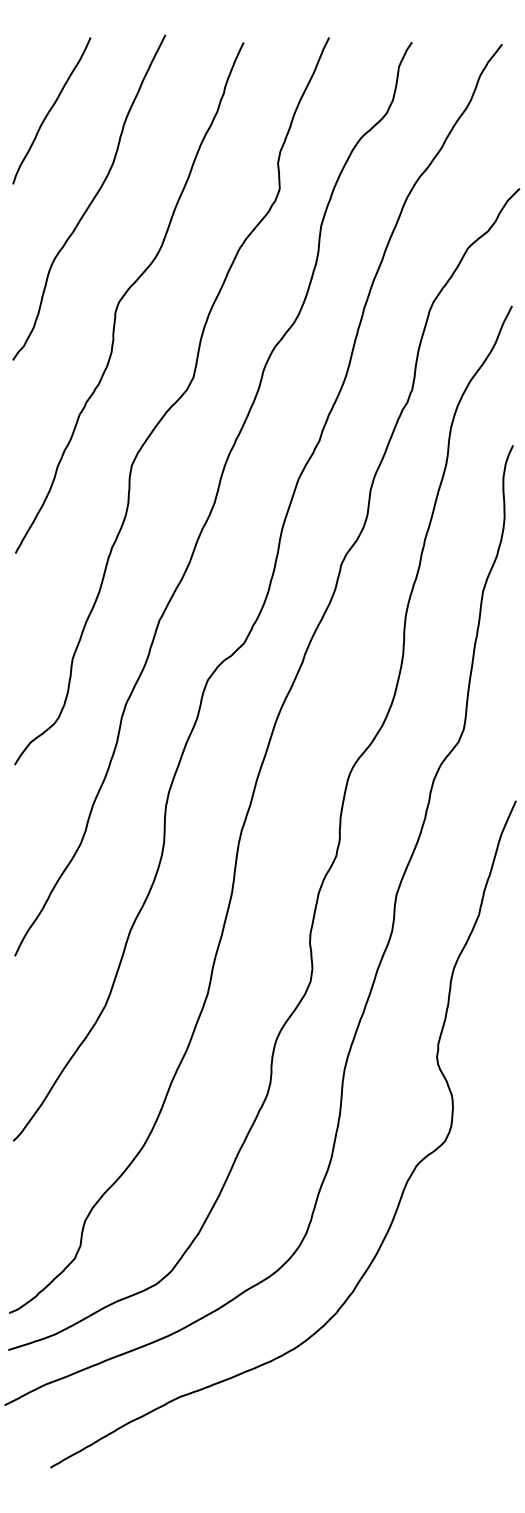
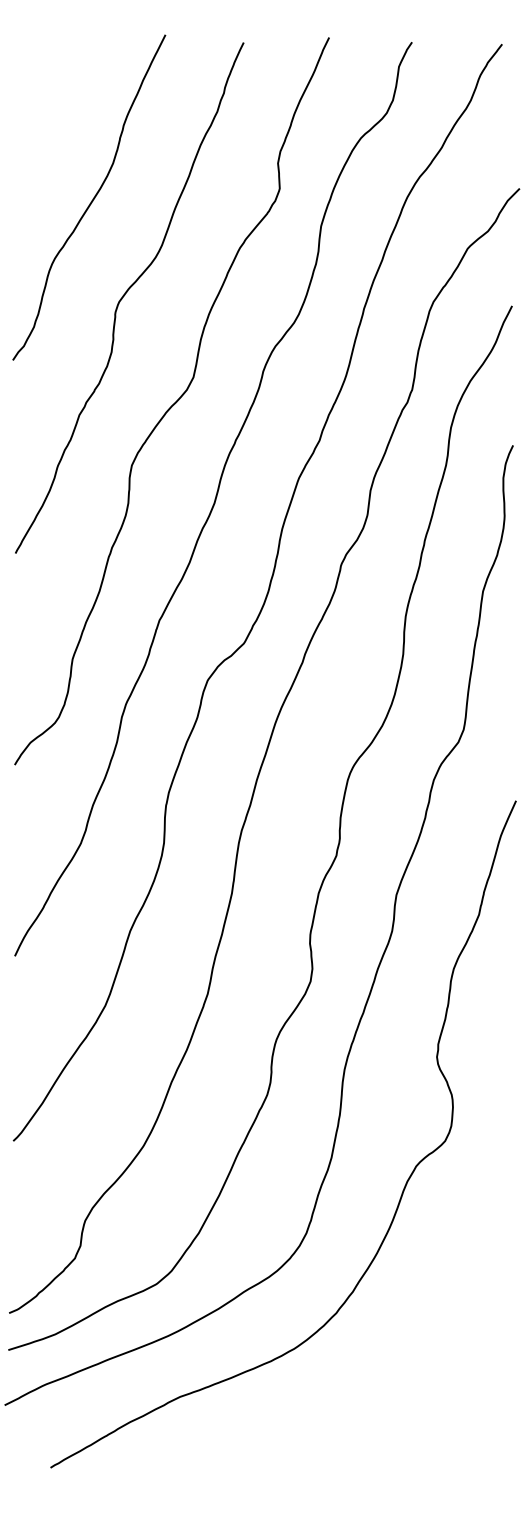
curve at (51, 110): present -> none
